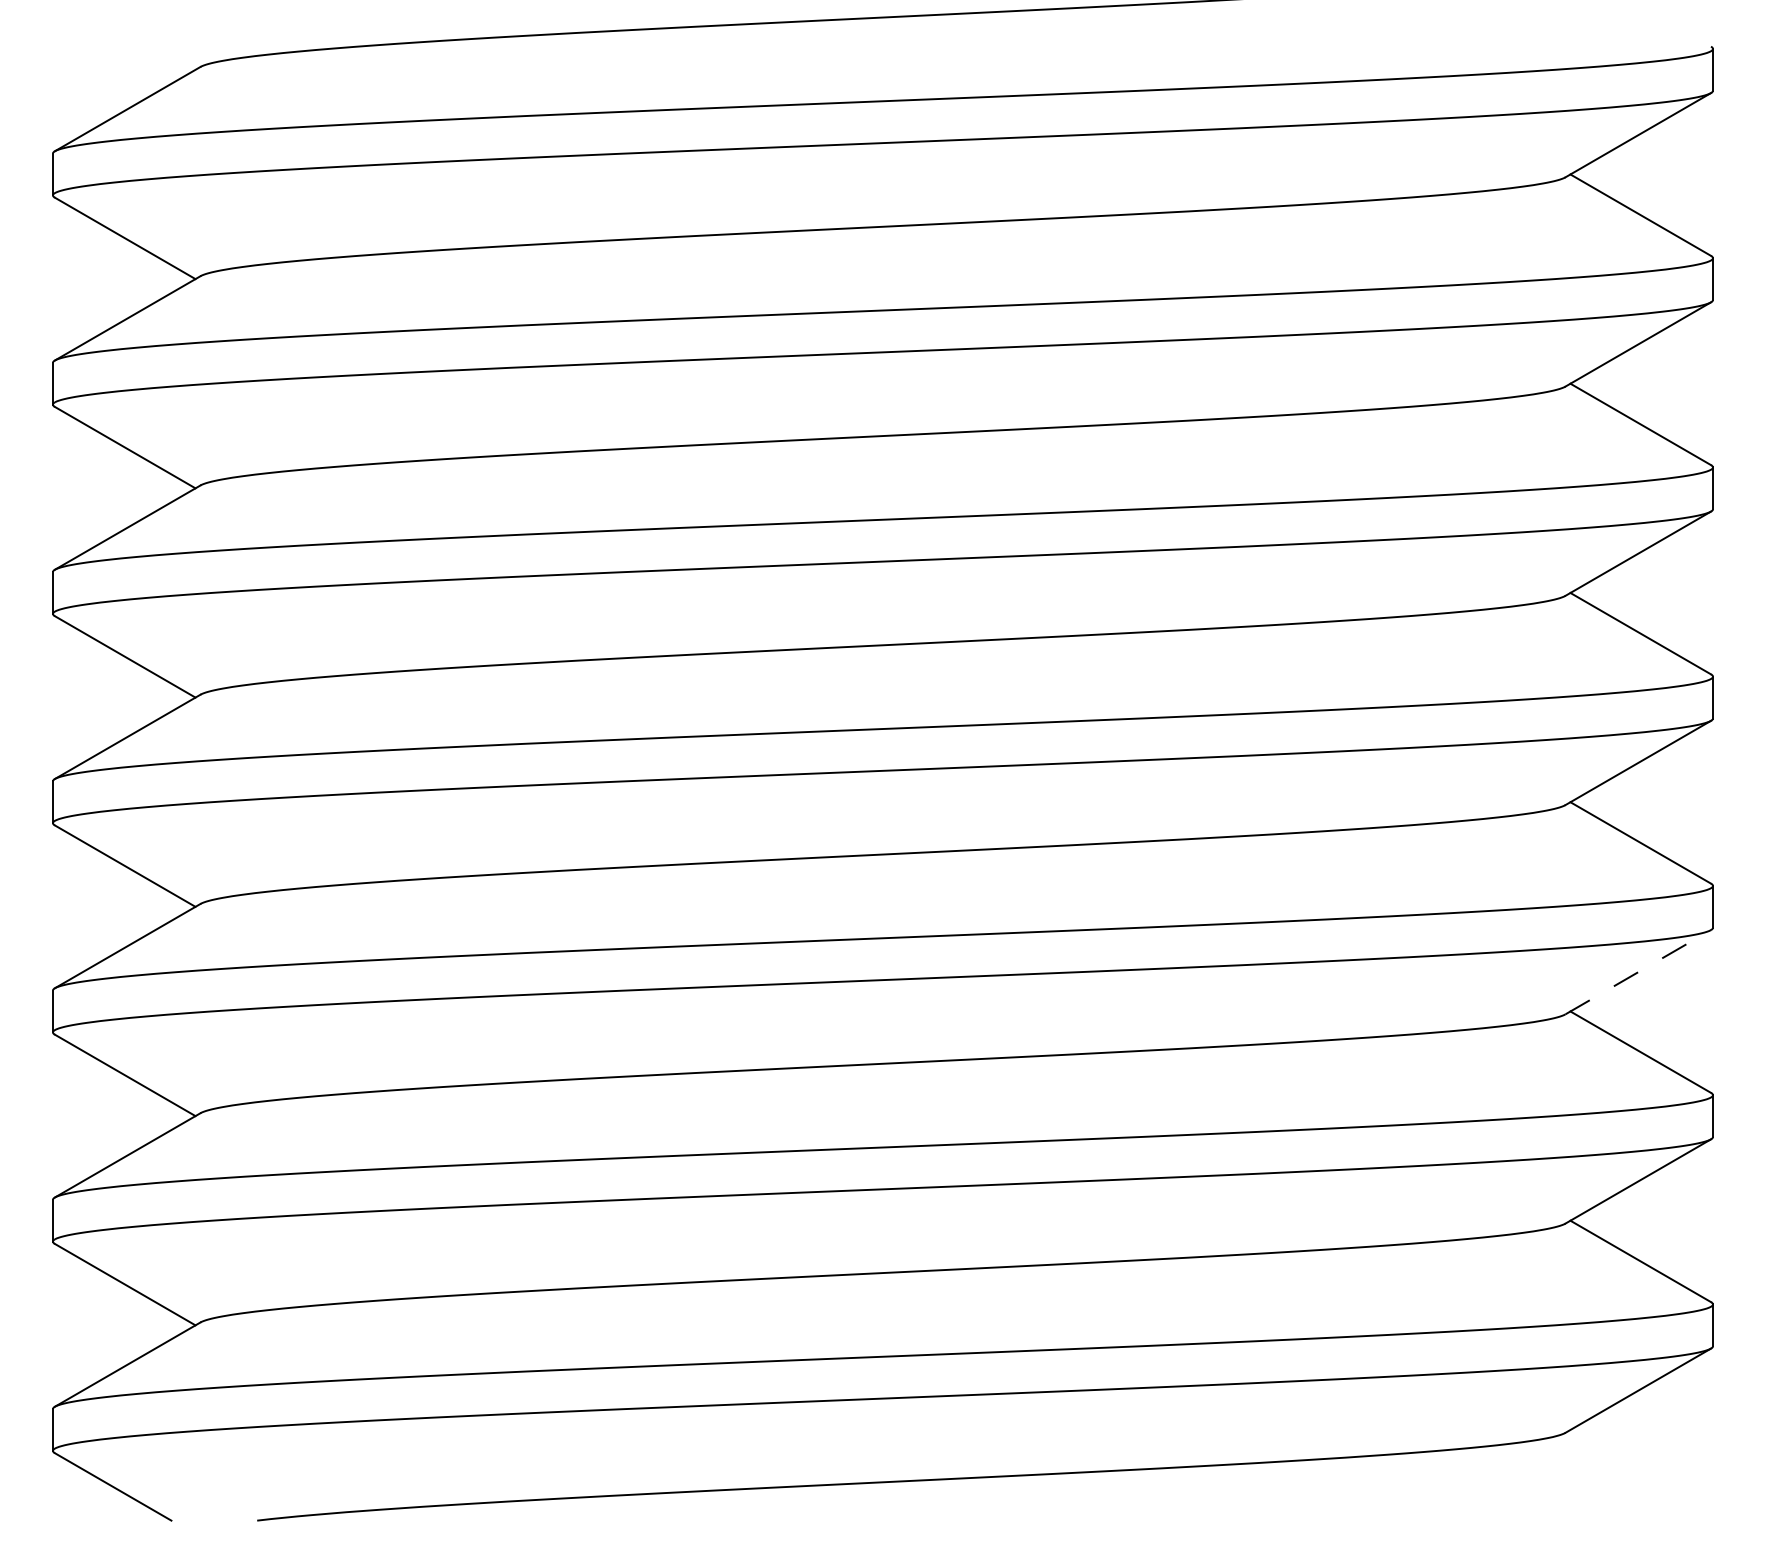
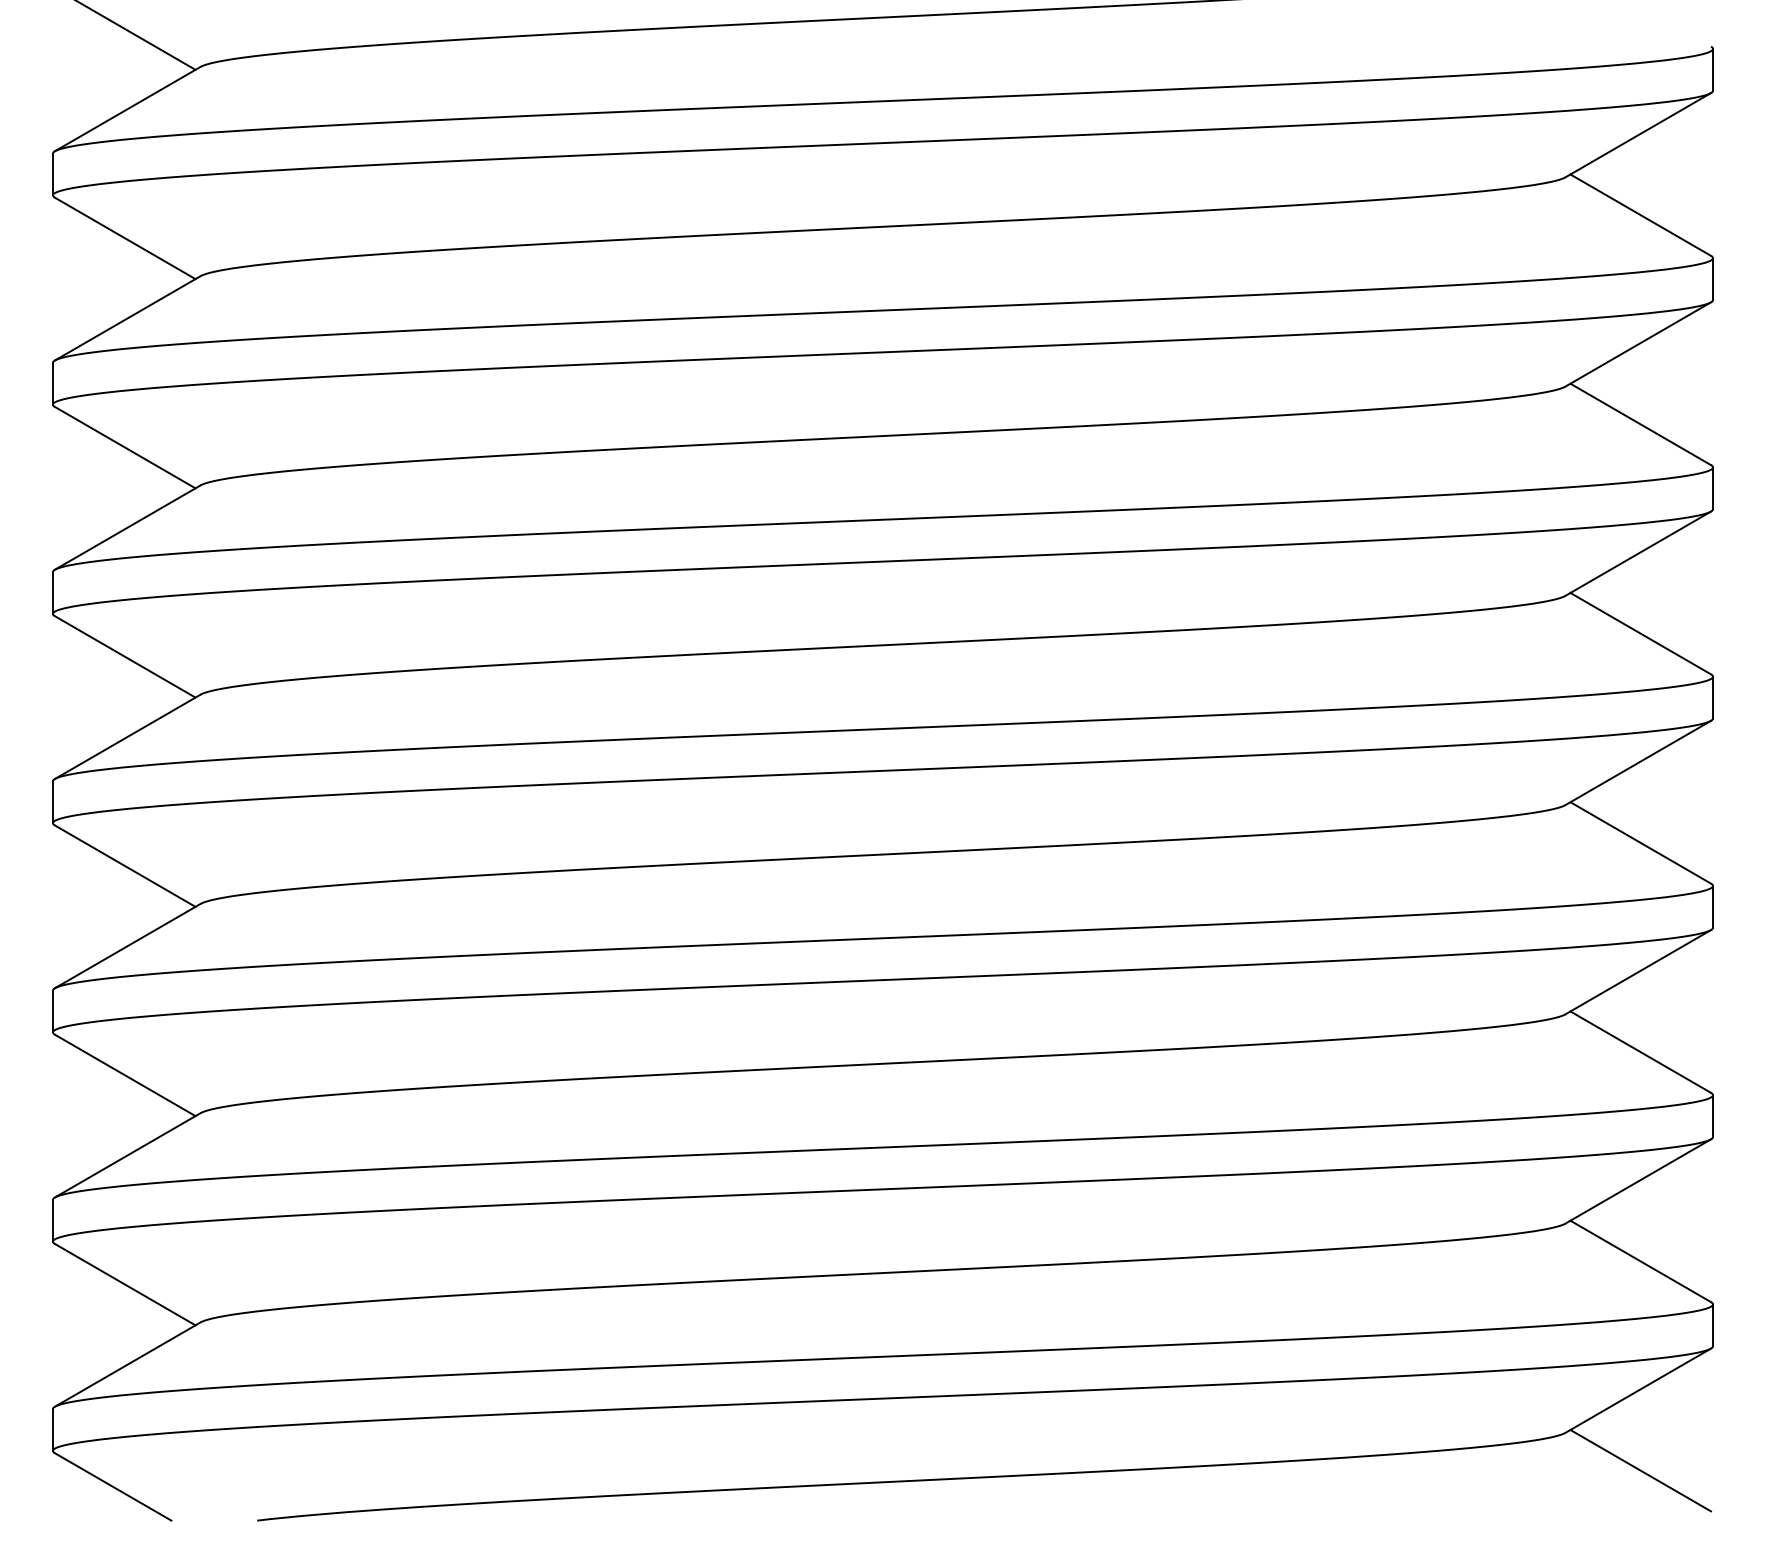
line at (136, 35): none -> present
line at (1638, 972): dashed -> solid
line at (1640, 1470): none -> present
